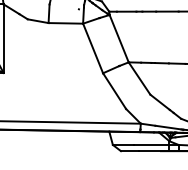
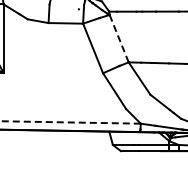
line at (119, 38): solid -> dashed
line at (69, 122): solid -> dashed
